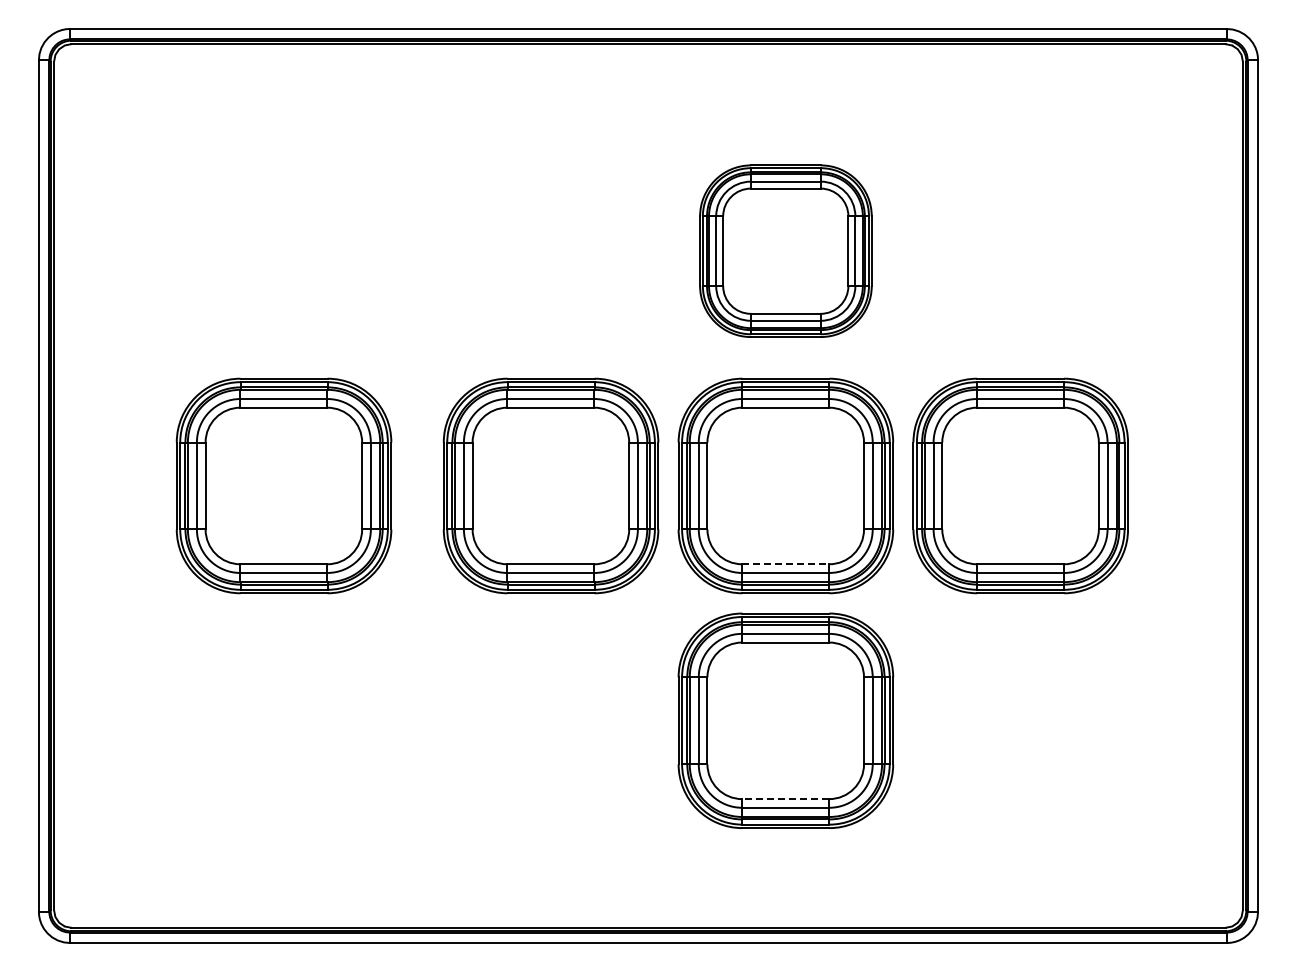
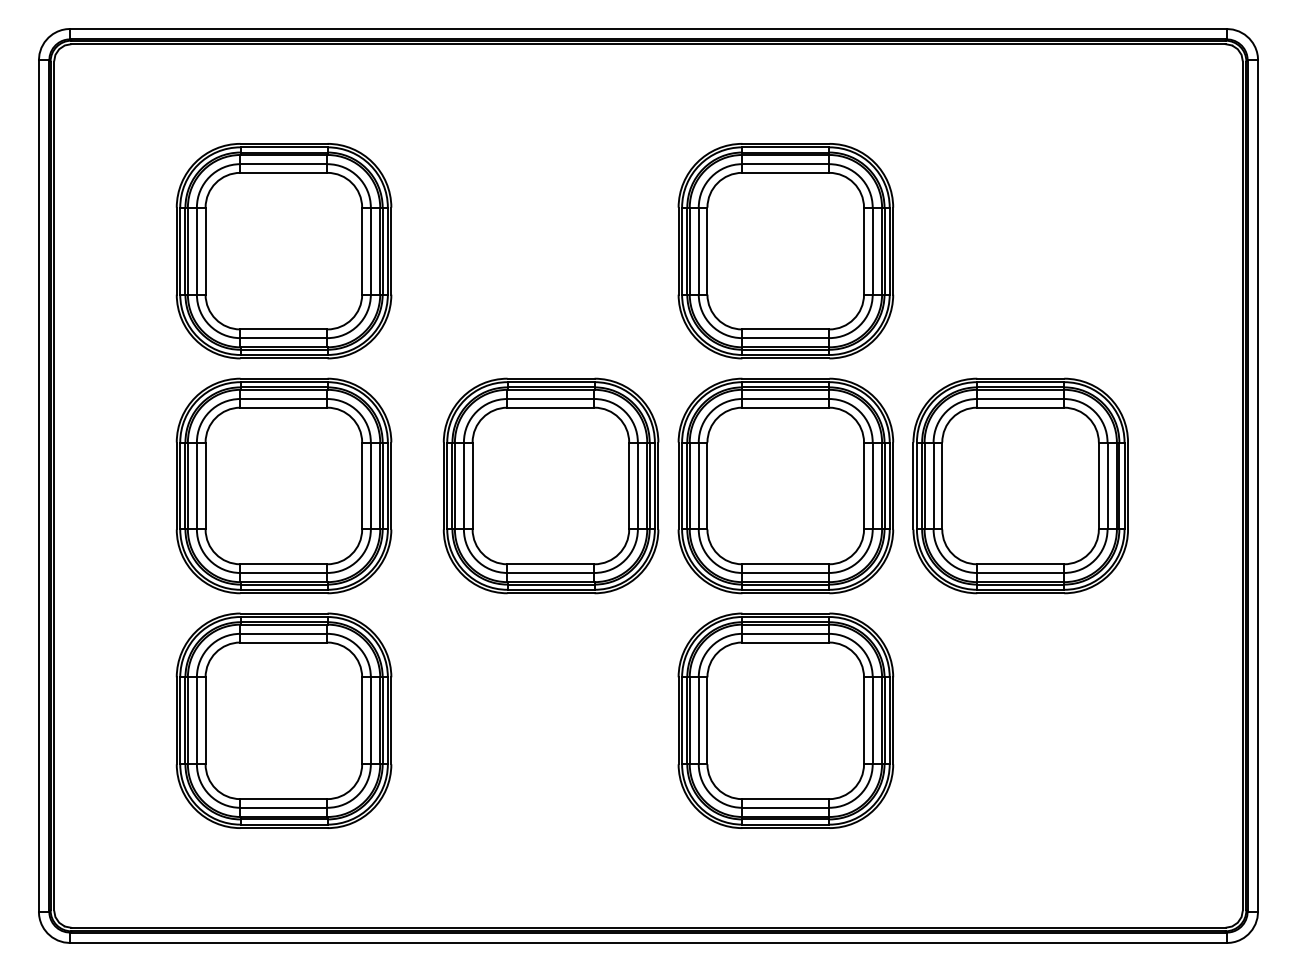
part at (785, 250) size: 174x174 px -> 218x217 px
part at (283, 251): none -> present
line at (786, 564): dashed -> solid
part at (283, 720): none -> present
line at (785, 799): dashed -> solid
